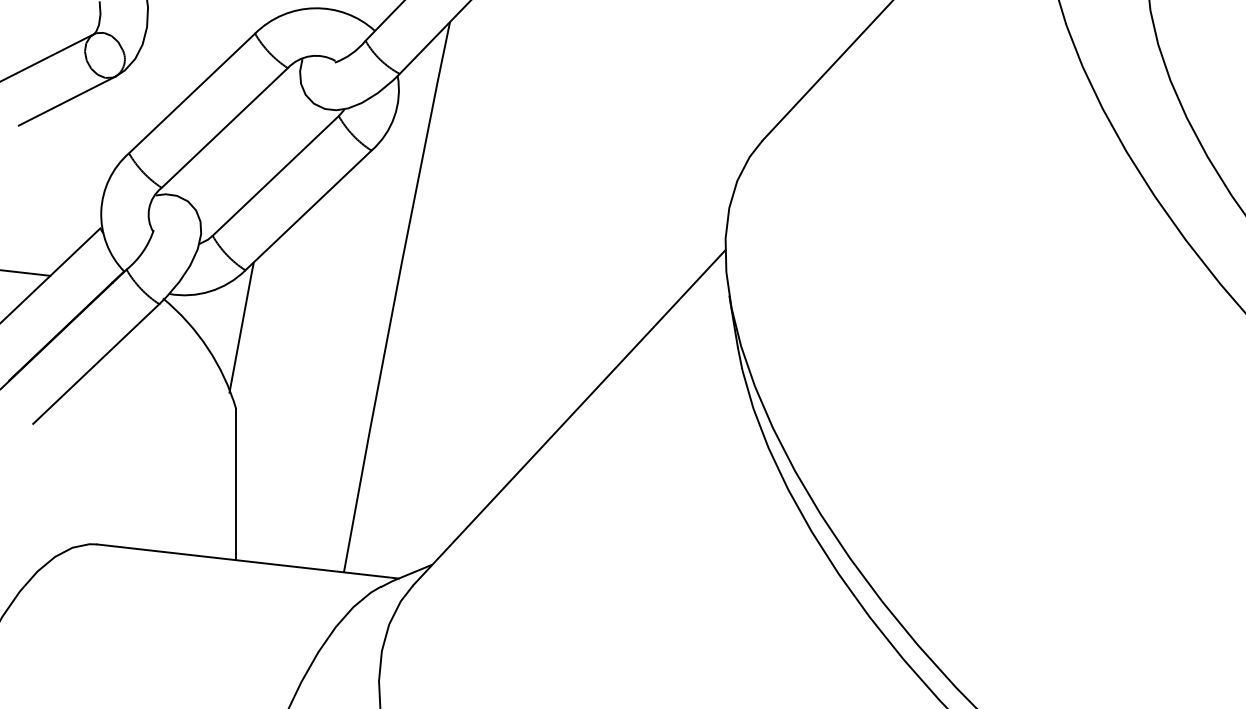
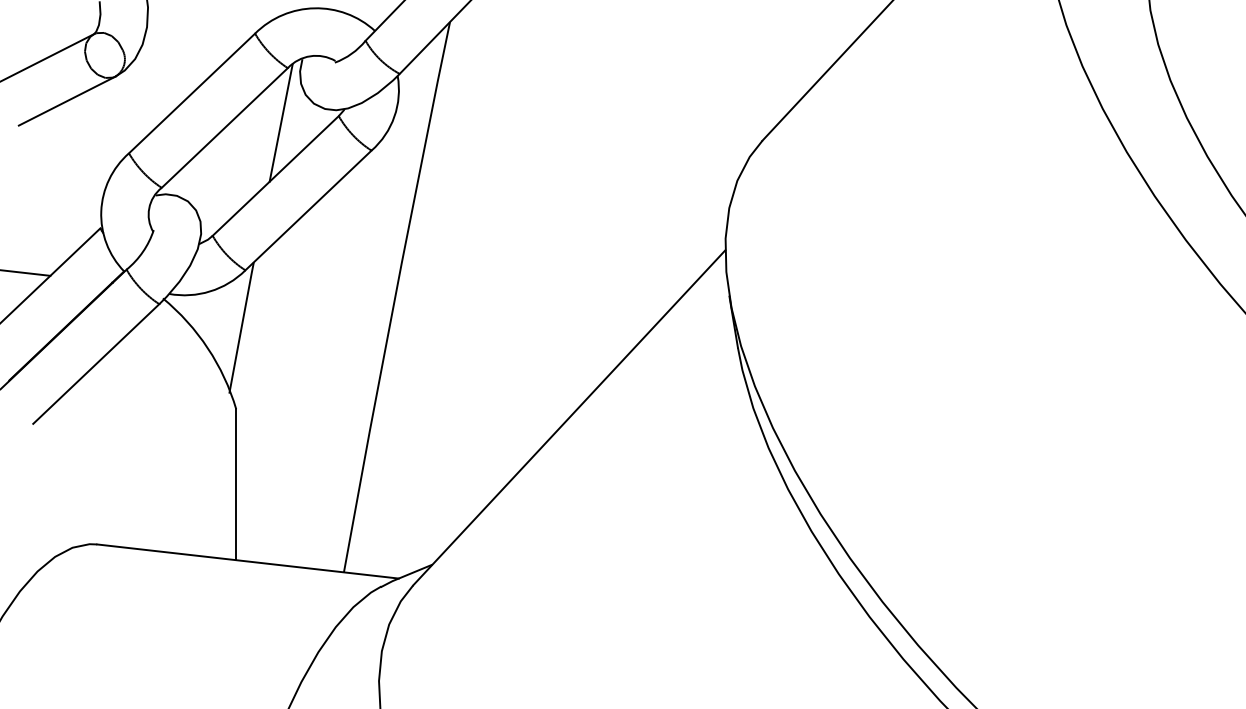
line at (280, 122): none -> present
